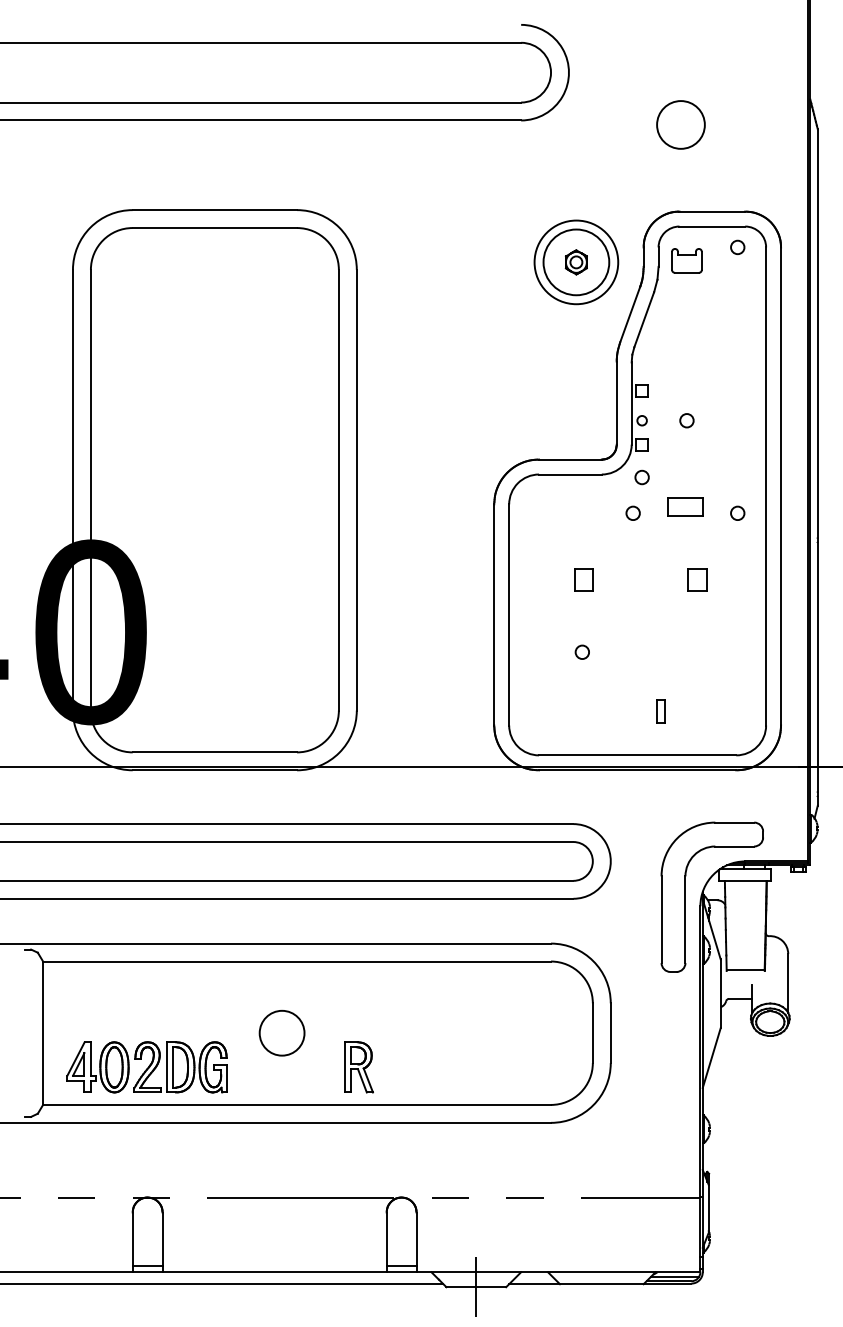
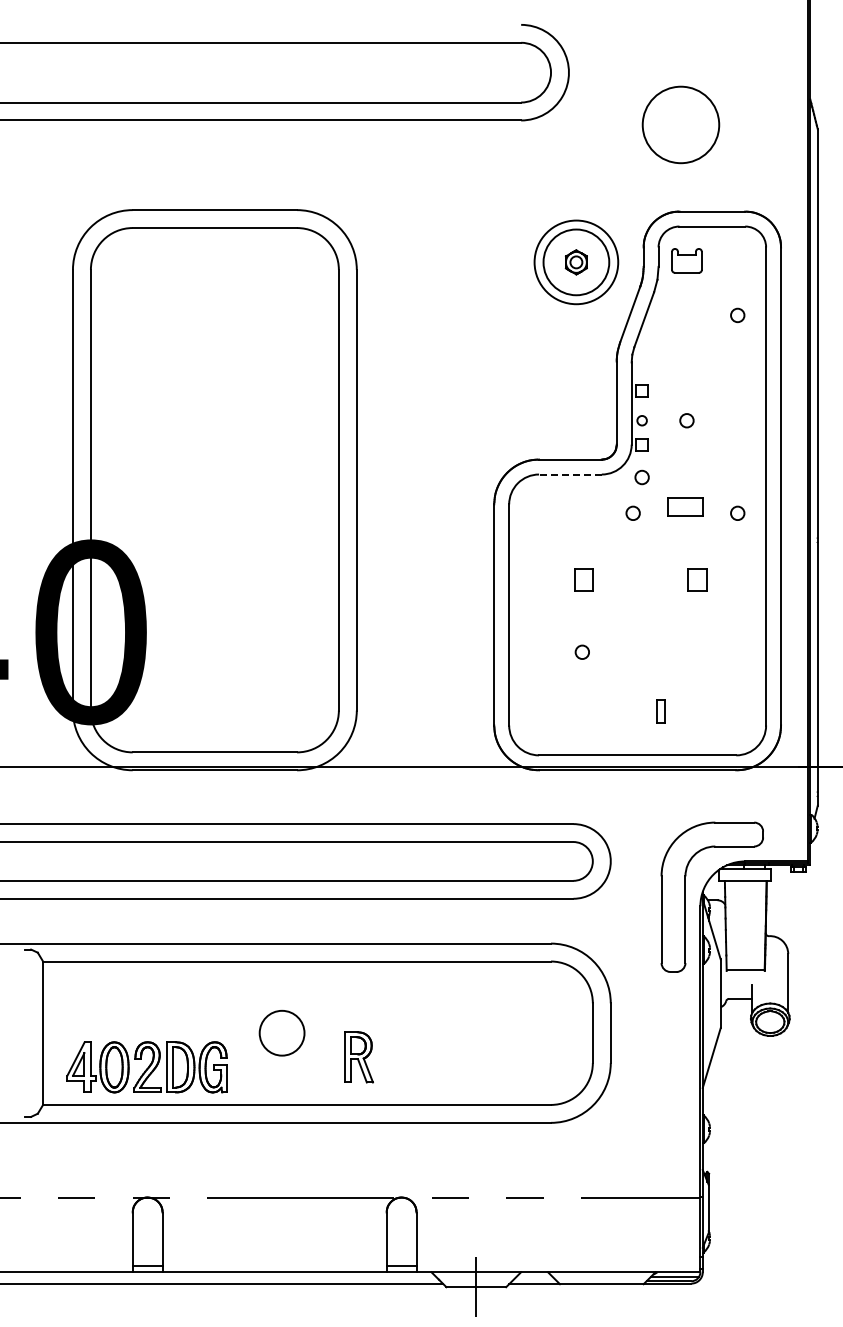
circle at (680, 124) diameter: 48 px -> 76 px
circle at (737, 247) position: (737, 247) -> (737, 315)
line at (569, 474): solid -> dashed
part at (358, 1067) position: (358, 1067) -> (358, 1057)
